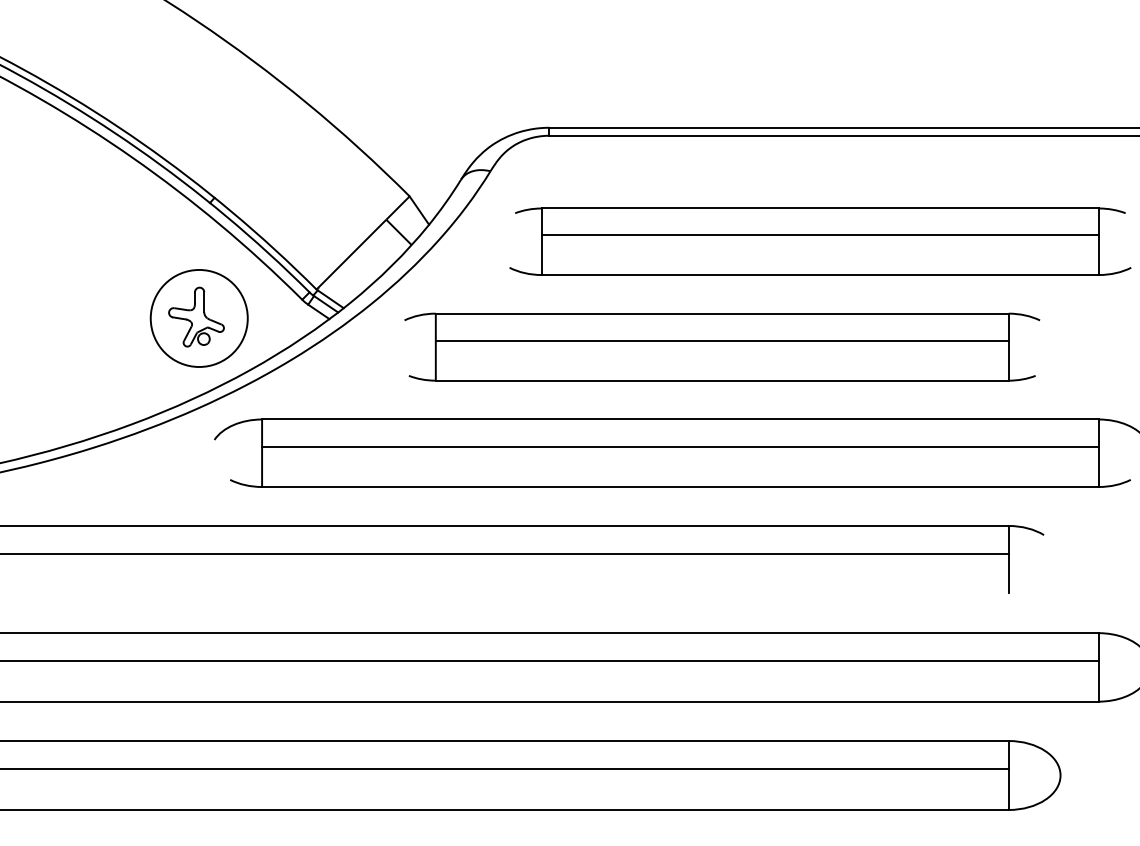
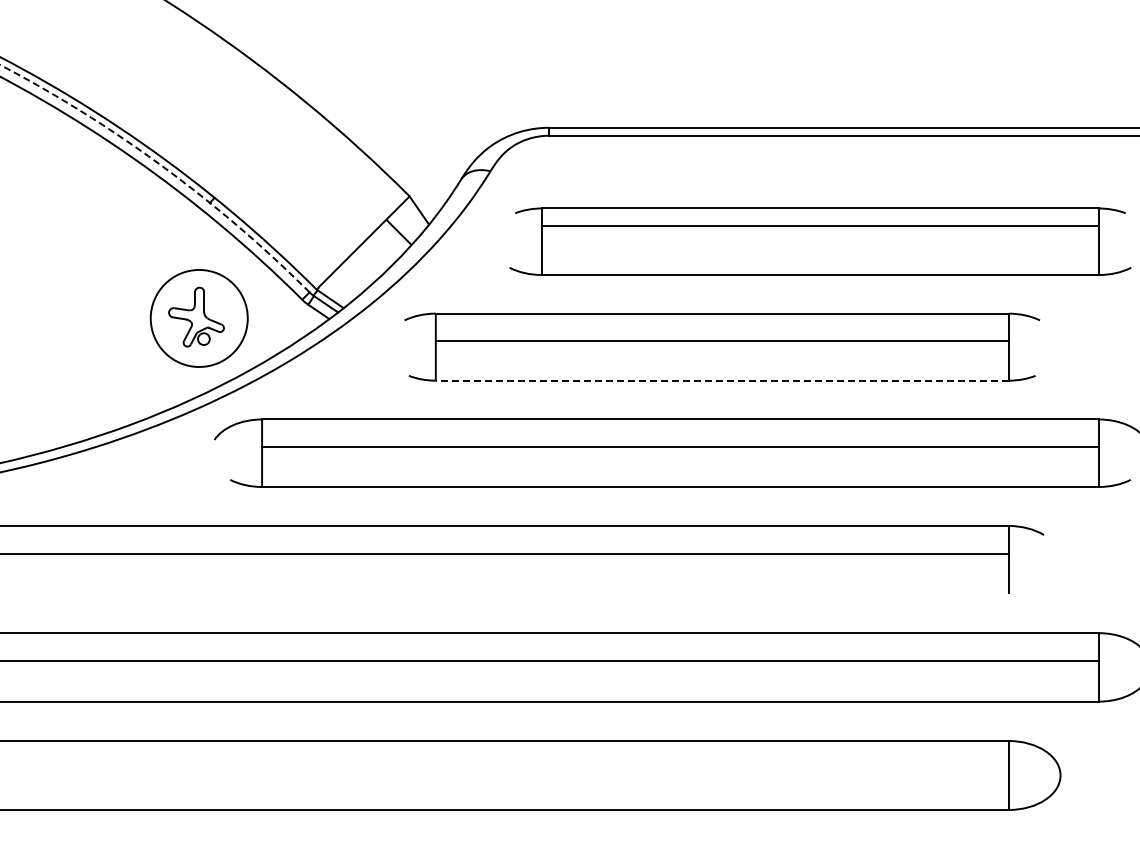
arc at (163, 167): solid -> dashed
line at (819, 235) position: (819, 235) -> (819, 226)
line at (721, 380): solid -> dashed
line at (505, 769): present -> none
